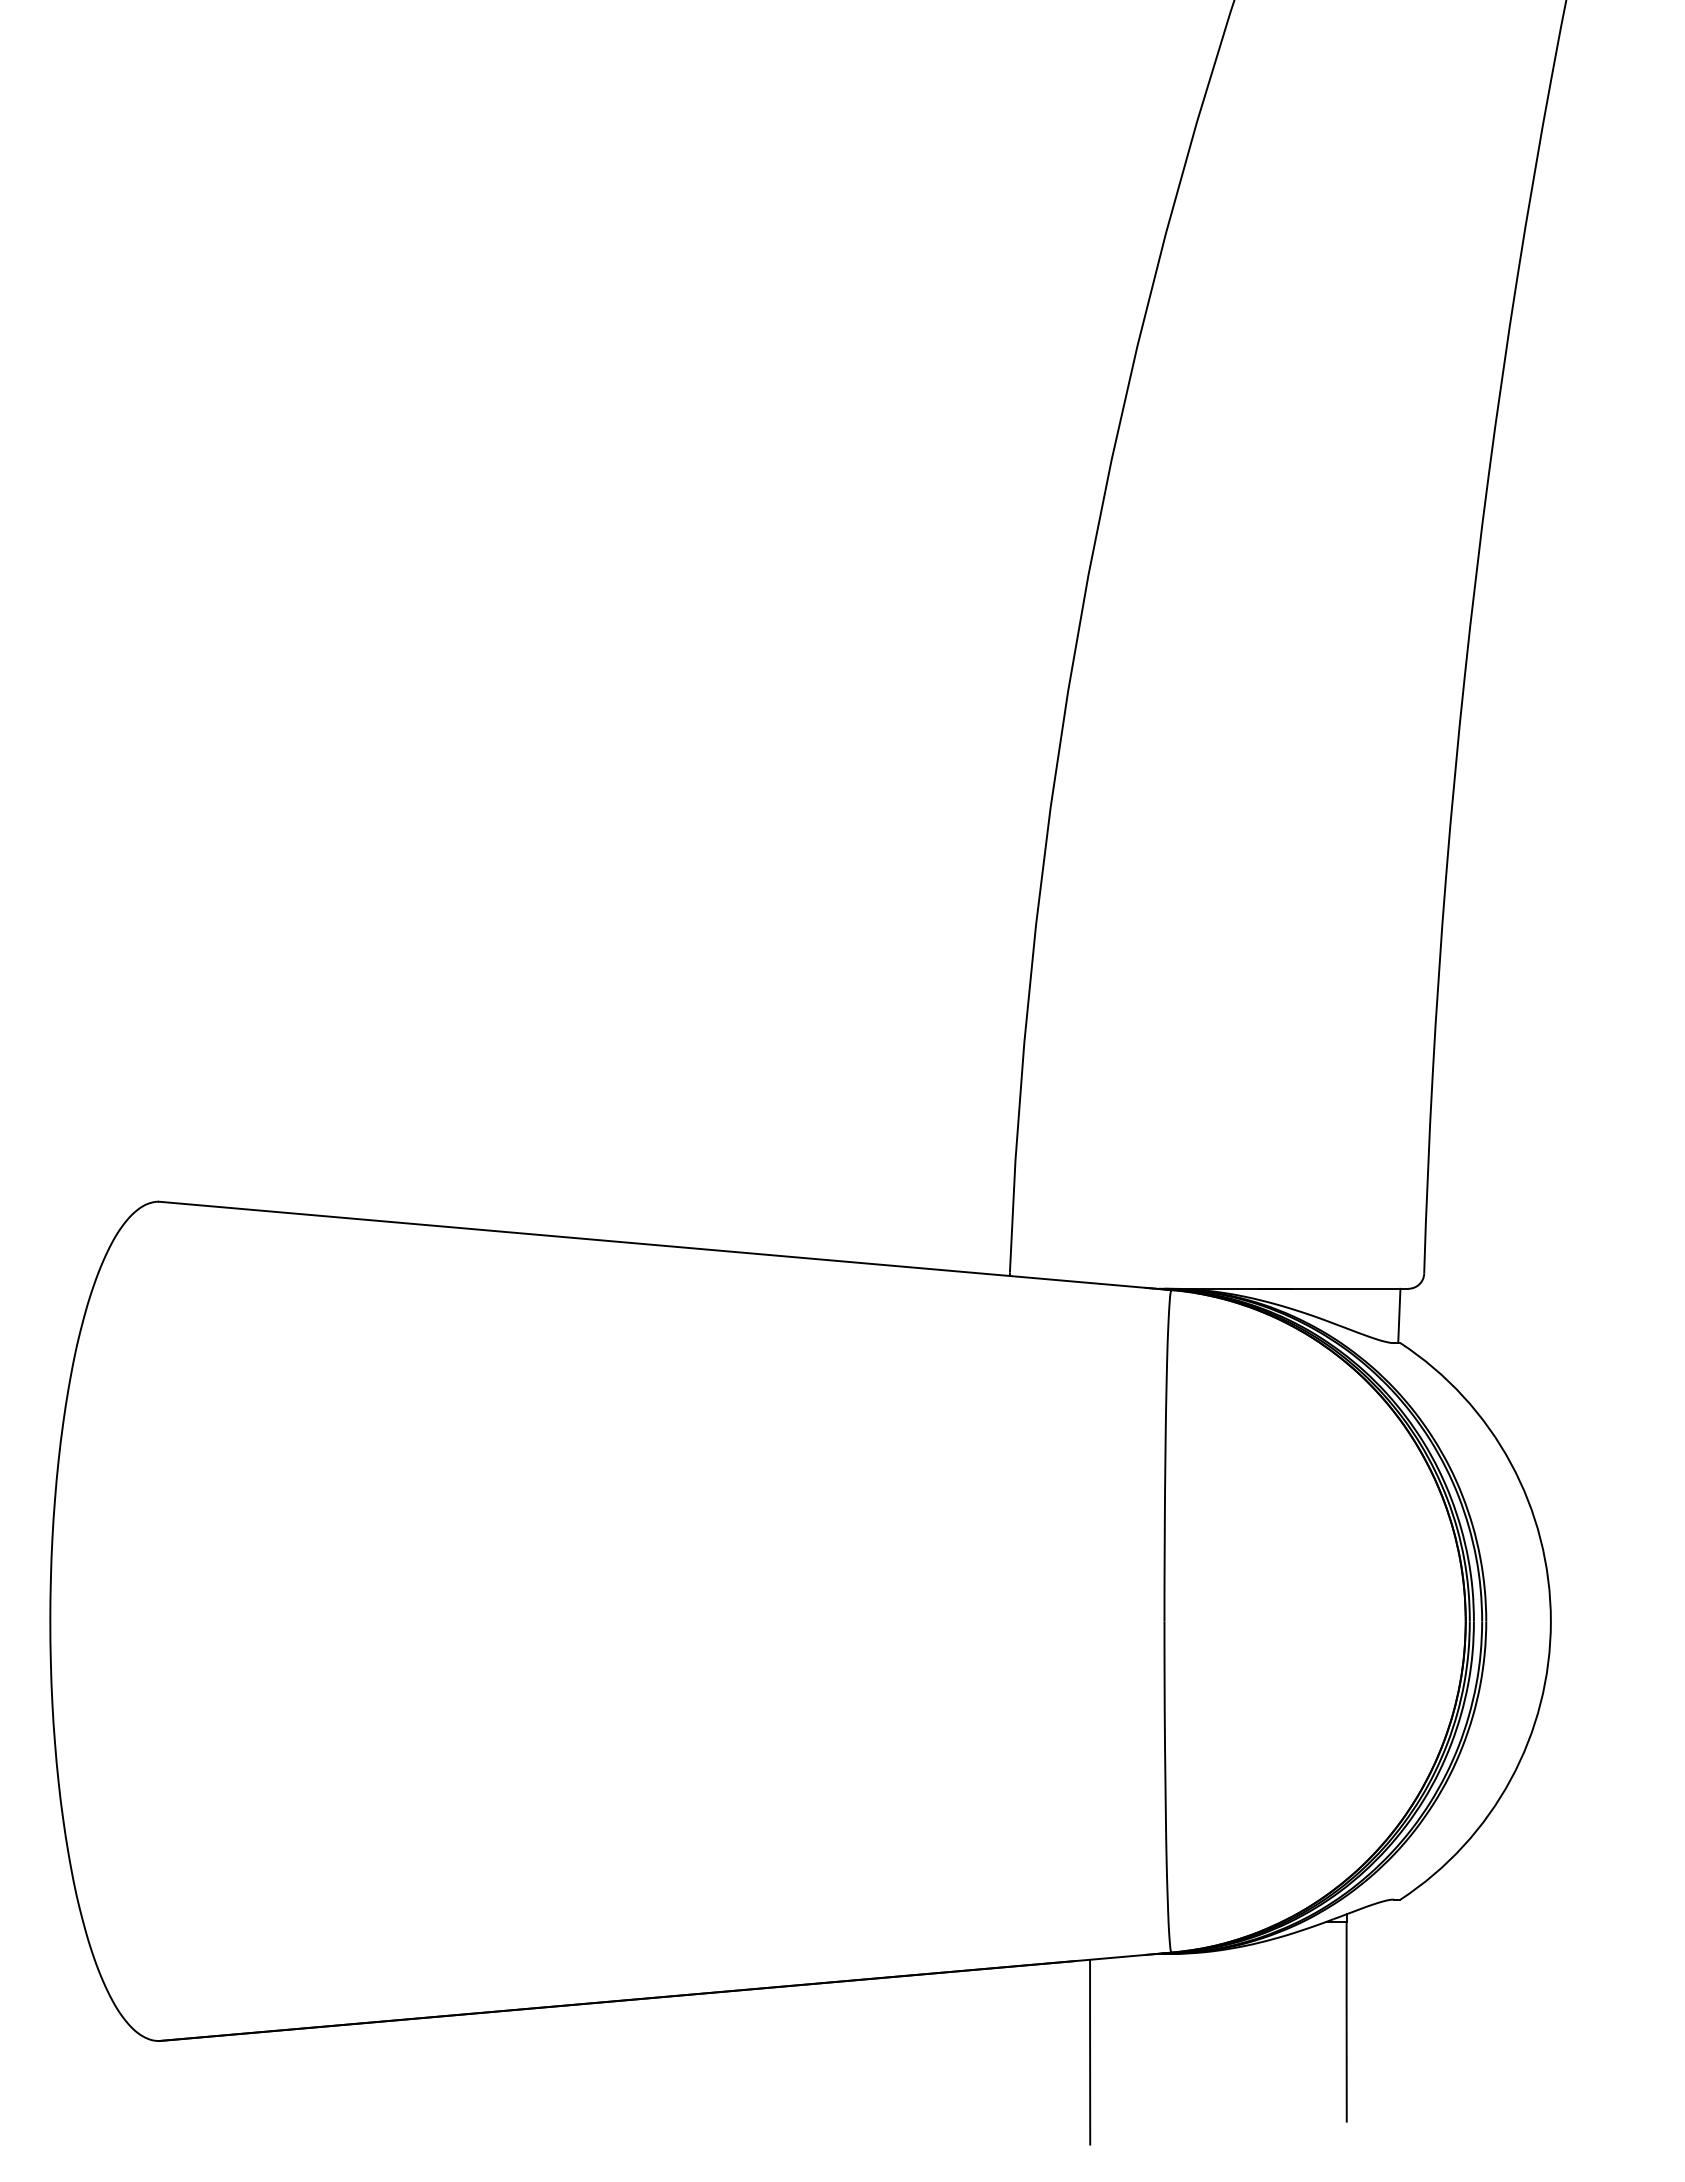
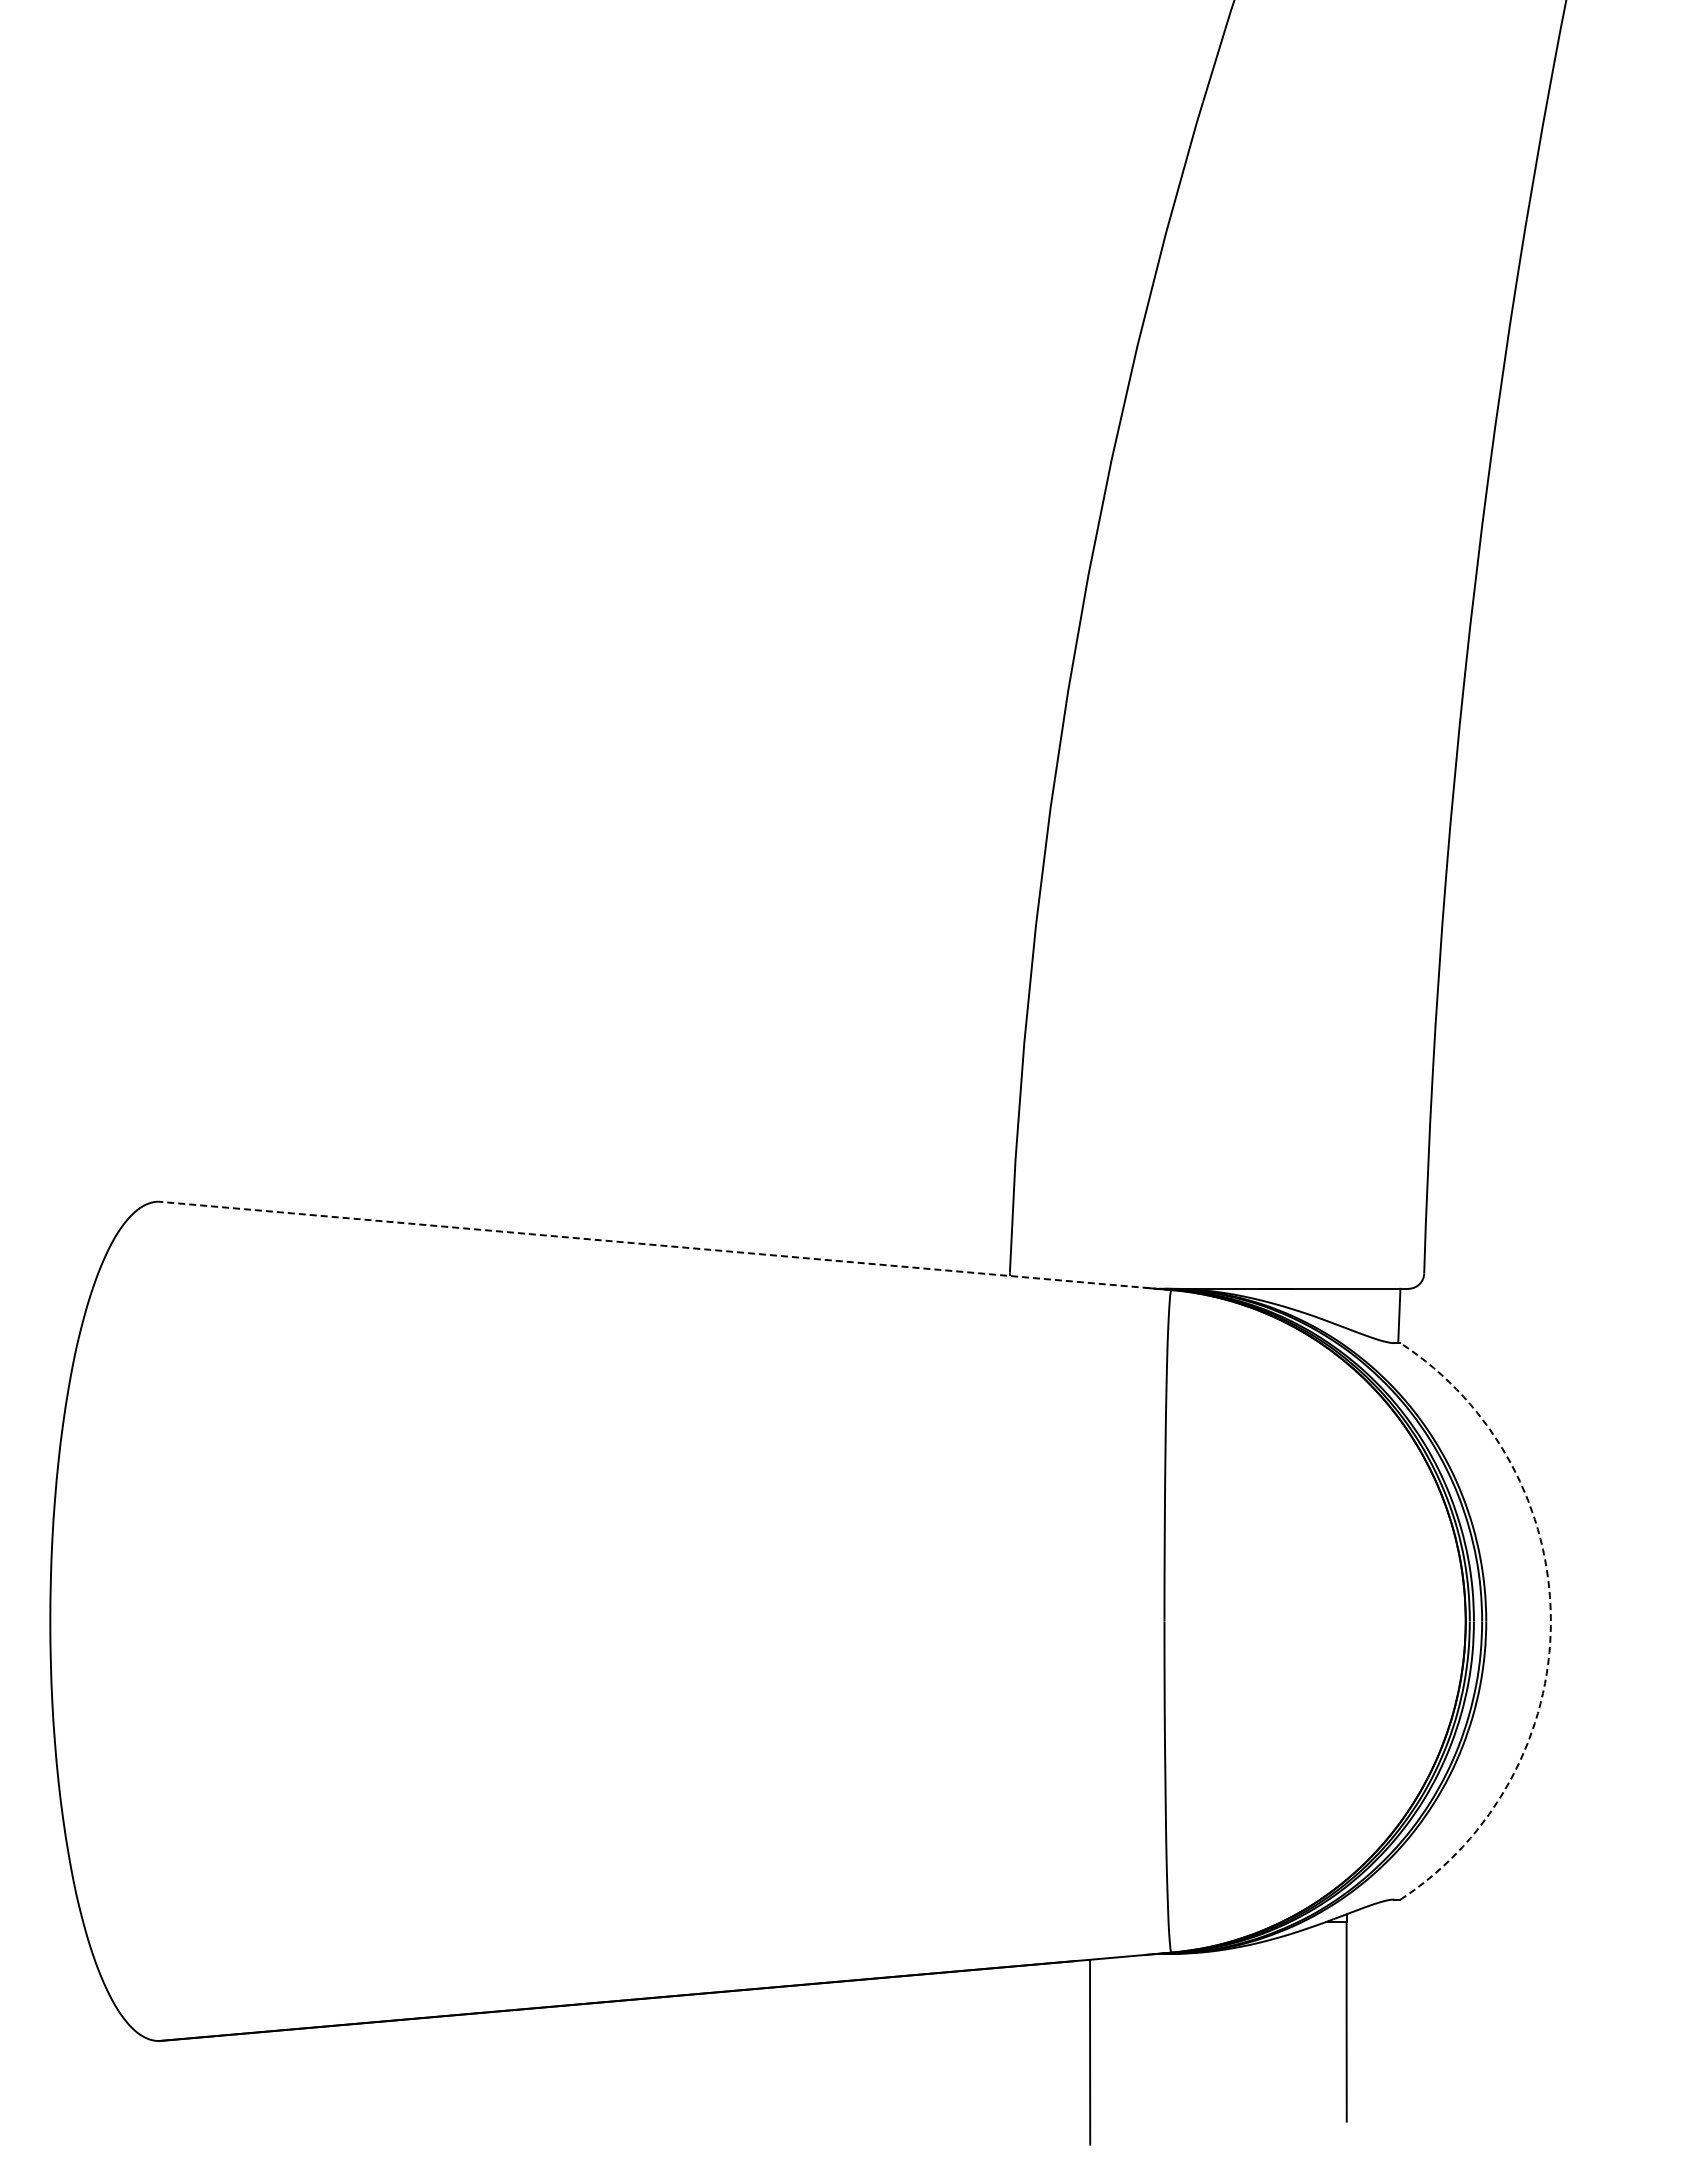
line at (664, 1245): solid -> dashed
arc at (1550, 1621): solid -> dashed
